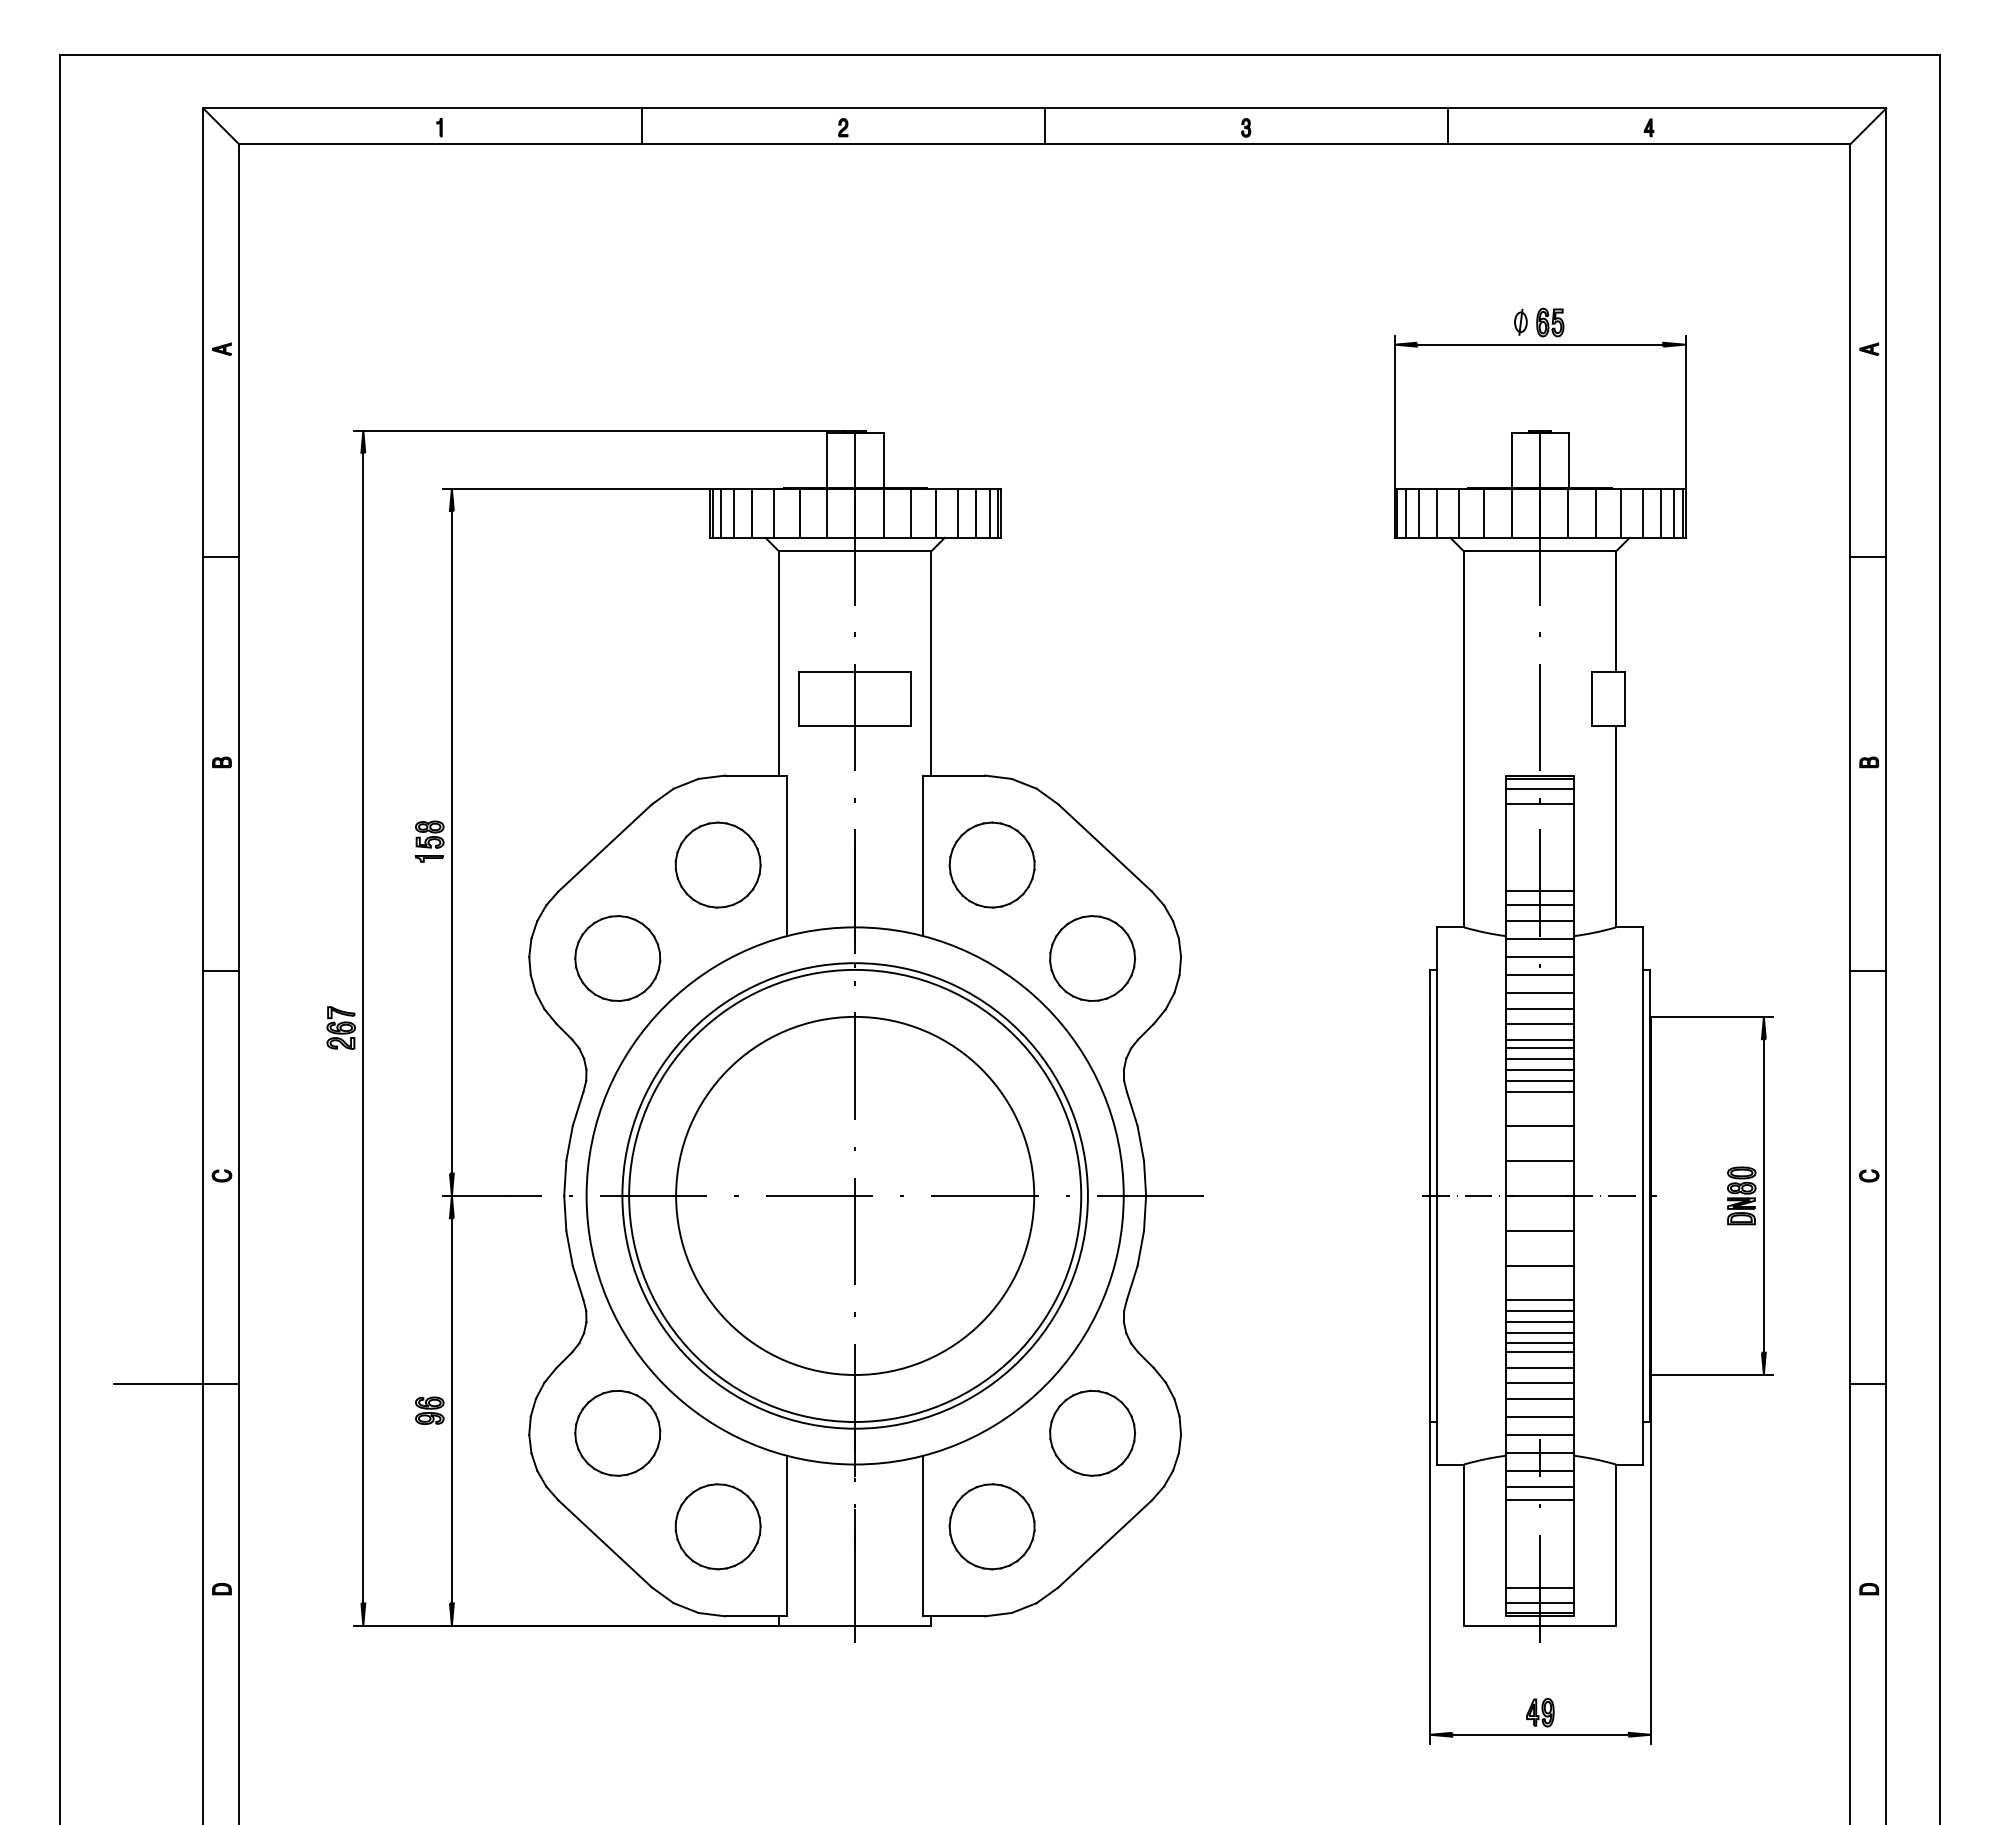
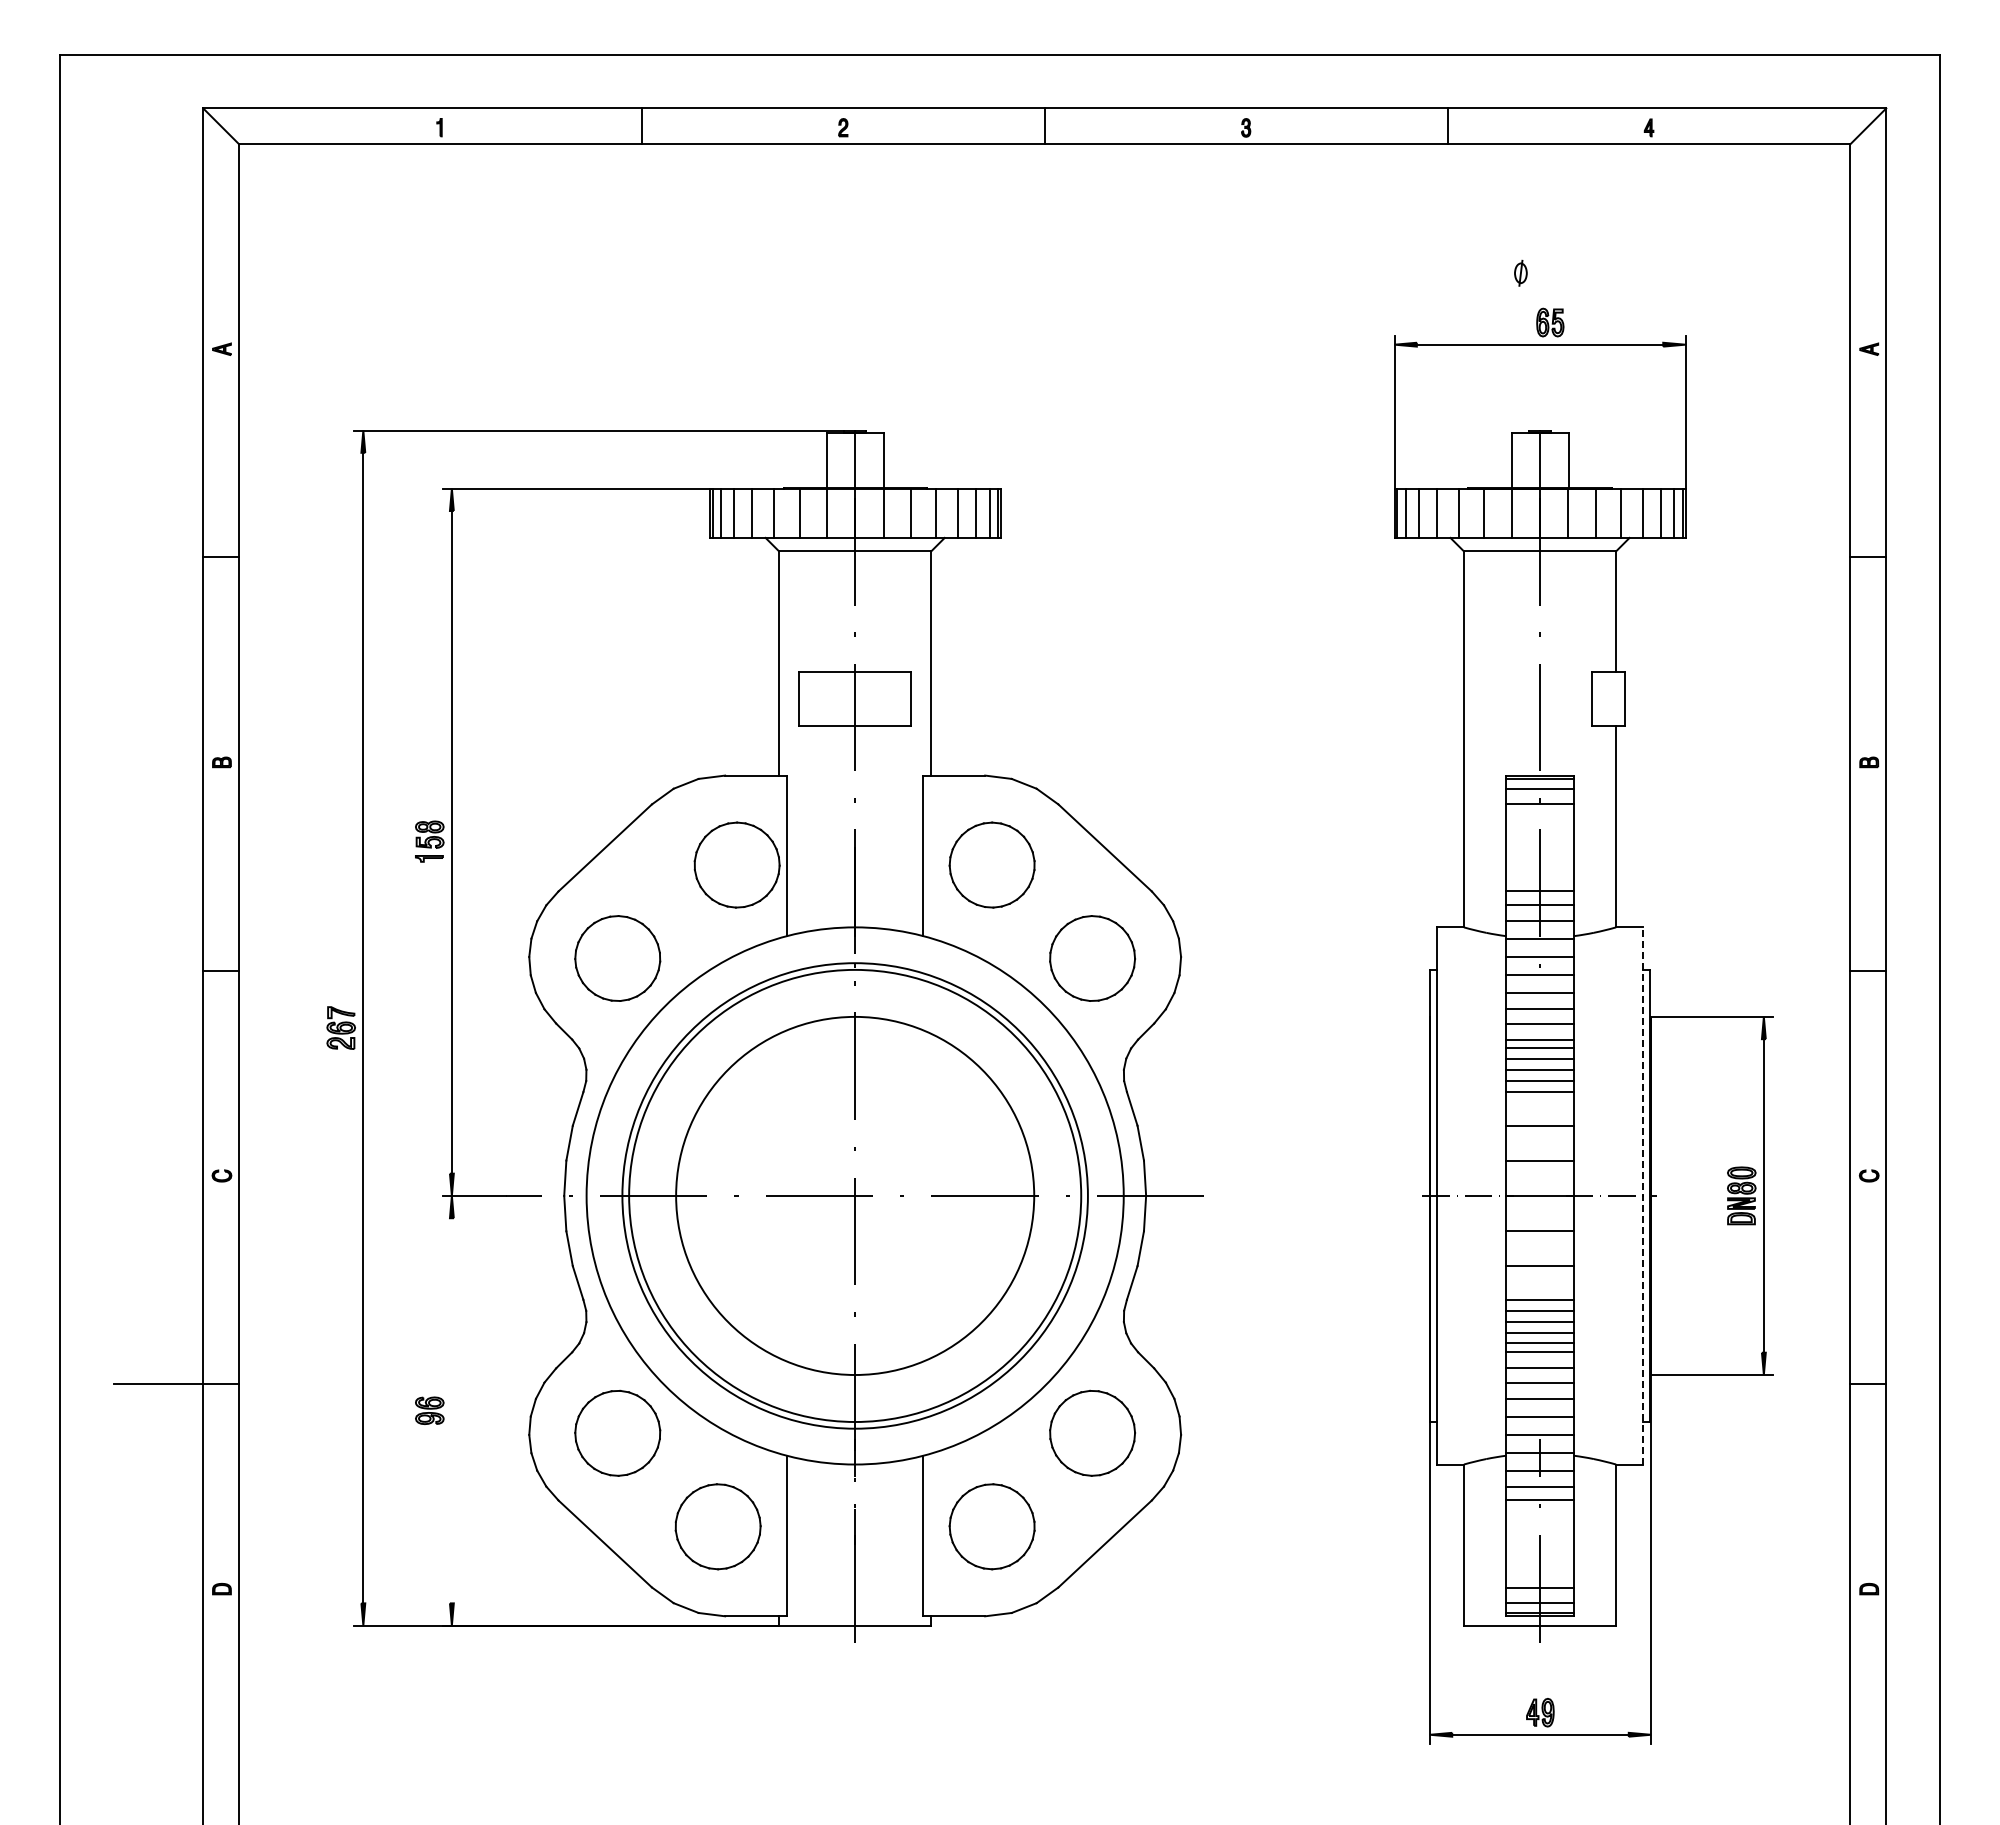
part at (1520, 321) position: (1520, 321) -> (1520, 272)
part at (717, 864) position: (717, 864) -> (736, 864)
line at (1643, 1195): solid -> dashed
line at (451, 1410): present -> none
